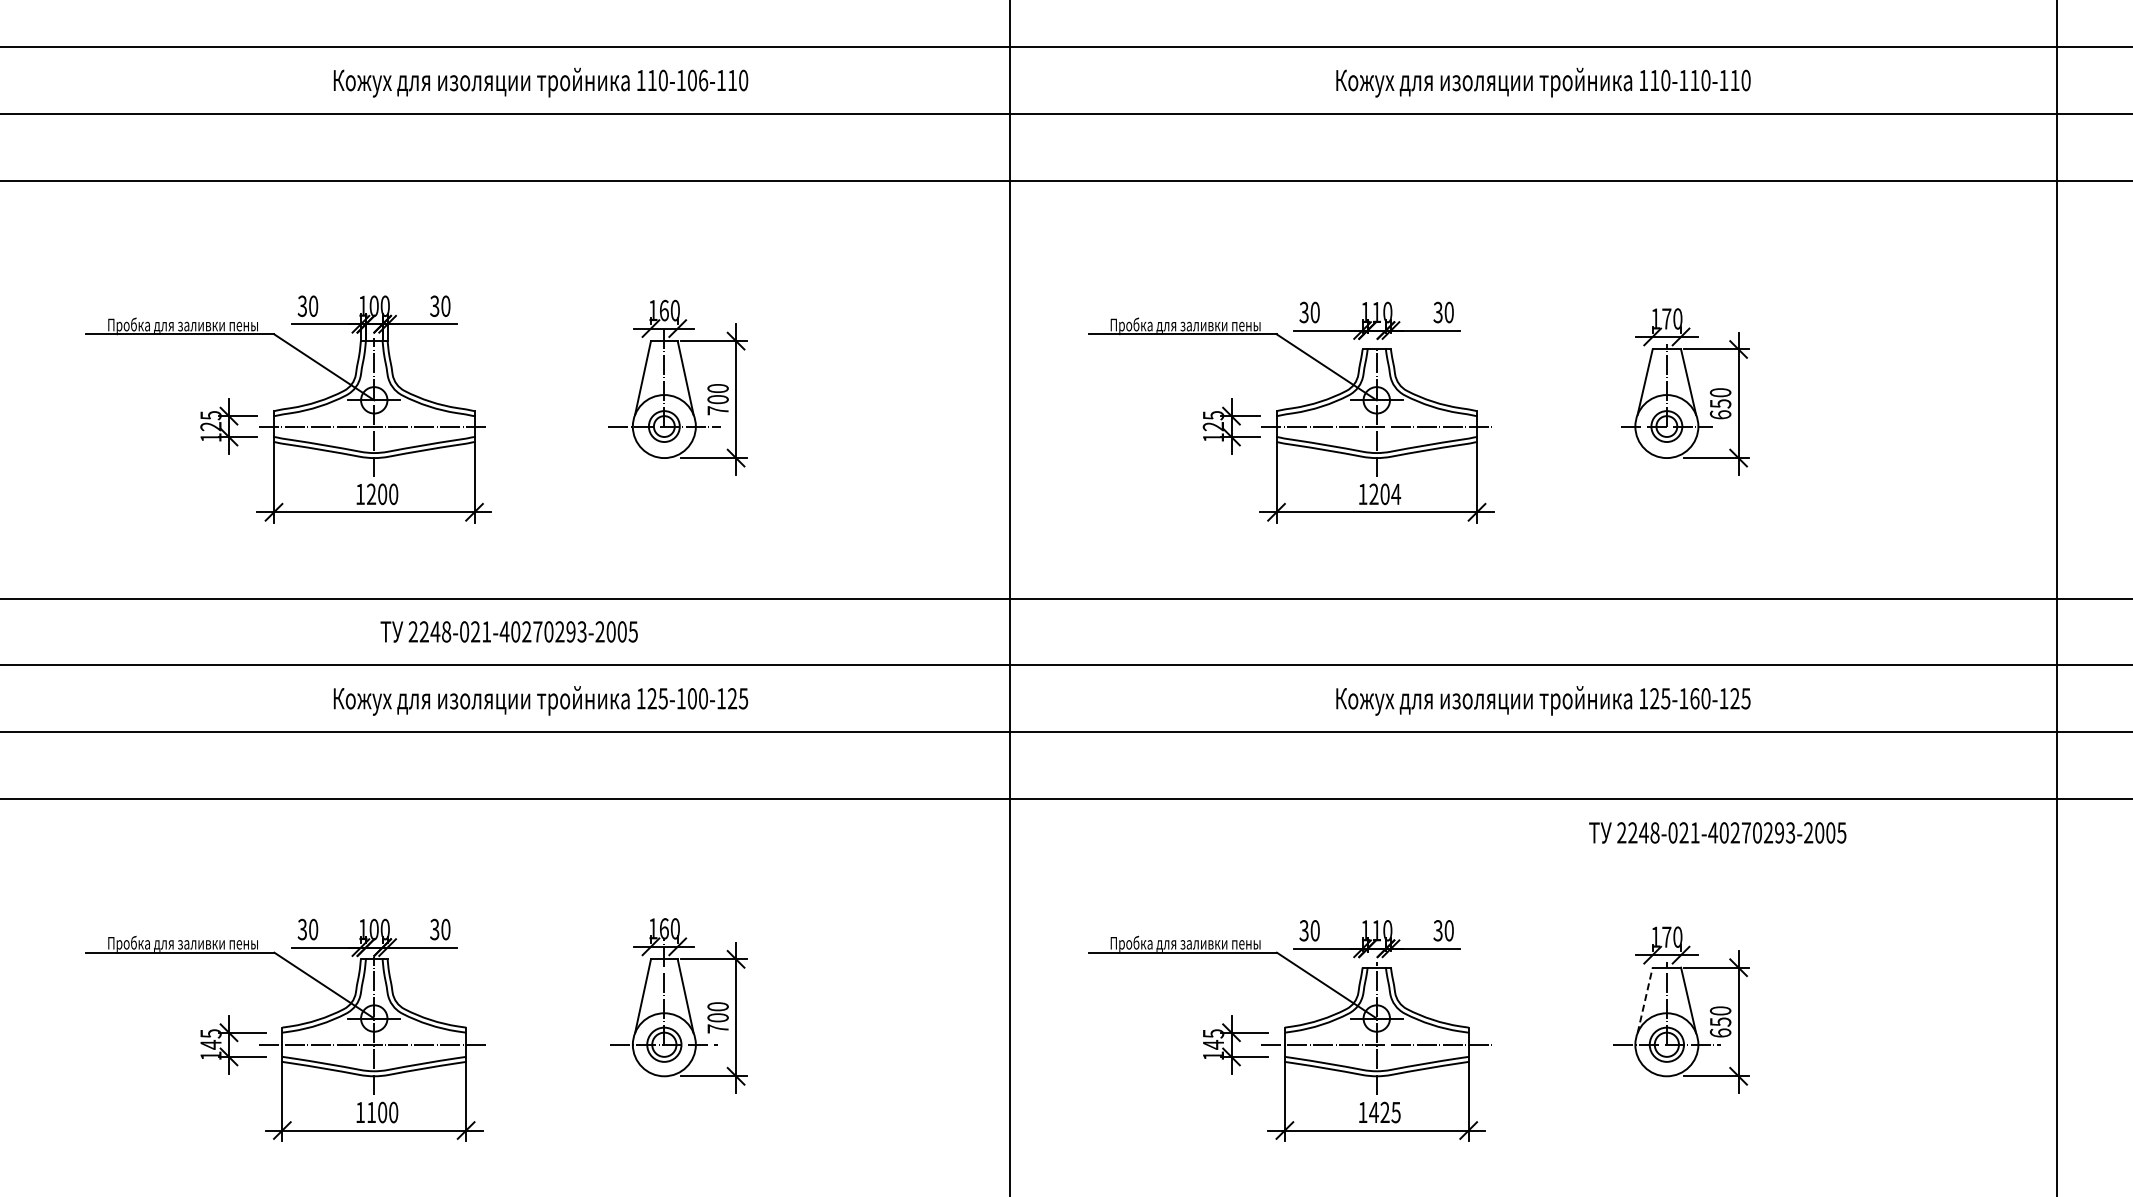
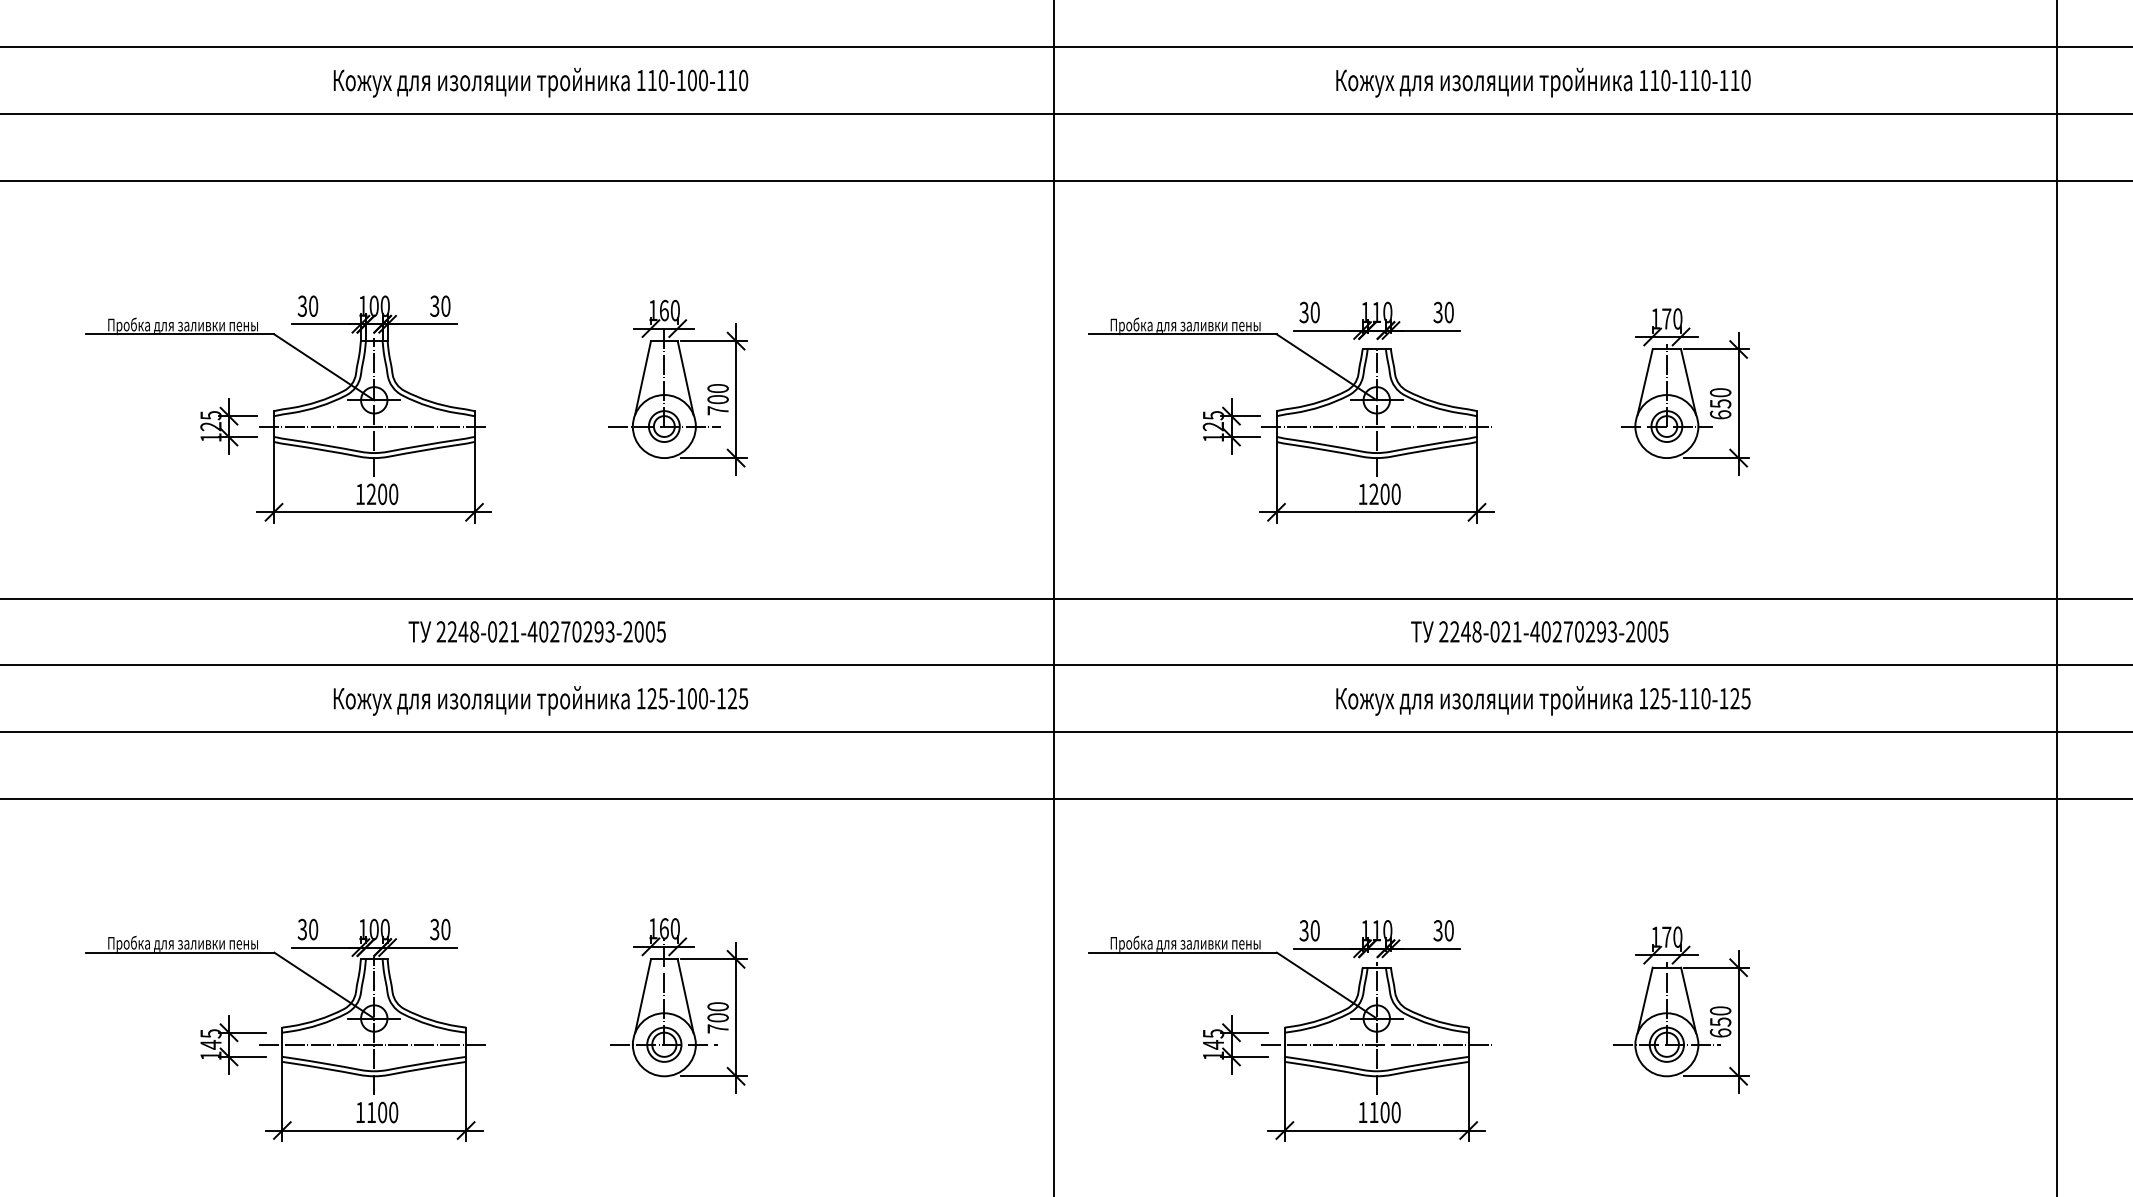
text at (703, 80): 110-106-110 -> 110-100-110
text at (1396, 494): 1204 -> 1200
line at (1010, 597) position: (1010, 597) -> (1054, 597)
text at (508, 631) position: (508, 631) -> (536, 631)
text at (1694, 698): 125-160-125 -> 125-110-125
text at (1717, 832) position: (1717, 832) -> (1539, 631)
line at (1645, 1000): dashed -> solid
text at (1384, 1112): 1425 -> 1100
